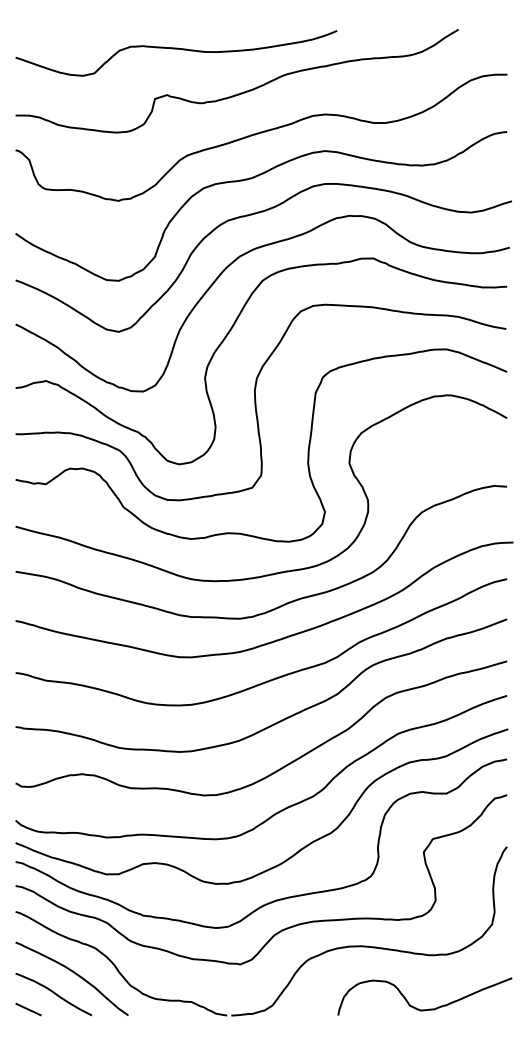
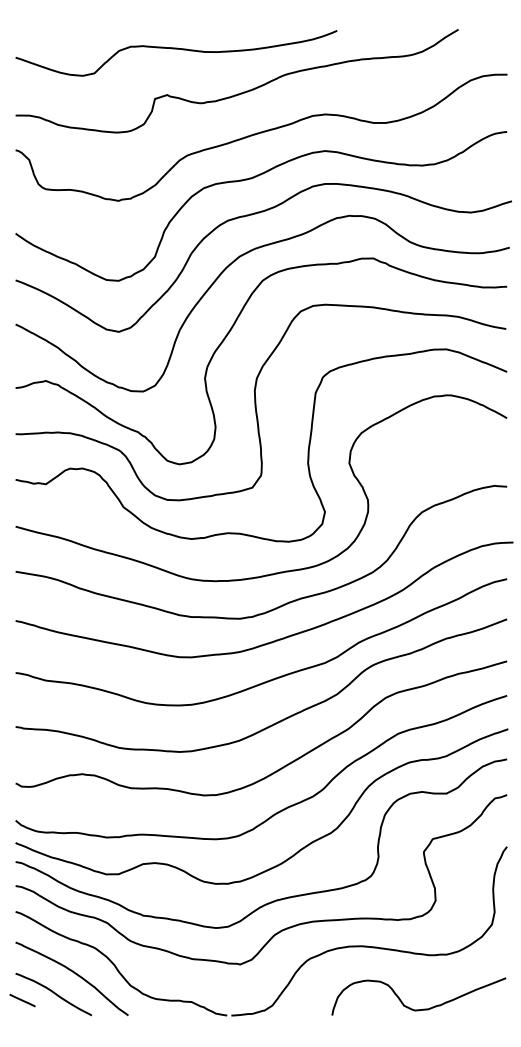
curve at (429, 1008) position: (429, 1008) -> (423, 1008)
line at (28, 1009) position: (28, 1009) -> (22, 1000)
